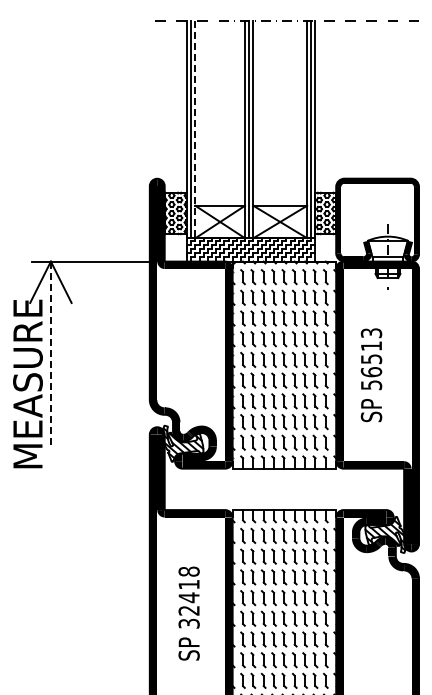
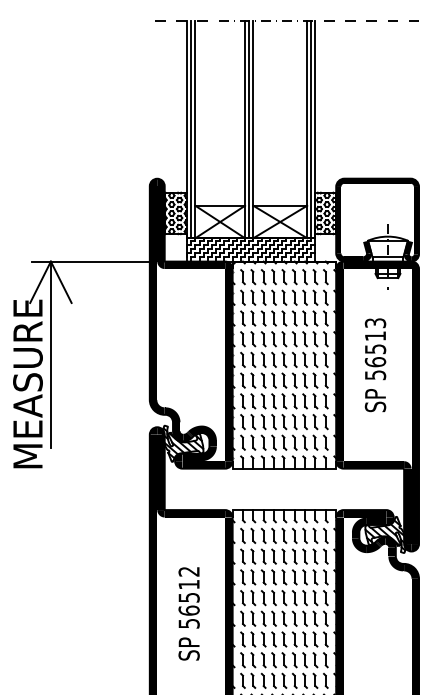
line at (195, 129): dashed -> solid
line at (50, 355): dashed -> solid
text at (371, 375) position: (371, 375) -> (375, 365)
text at (188, 597): 32418 -> 56512
